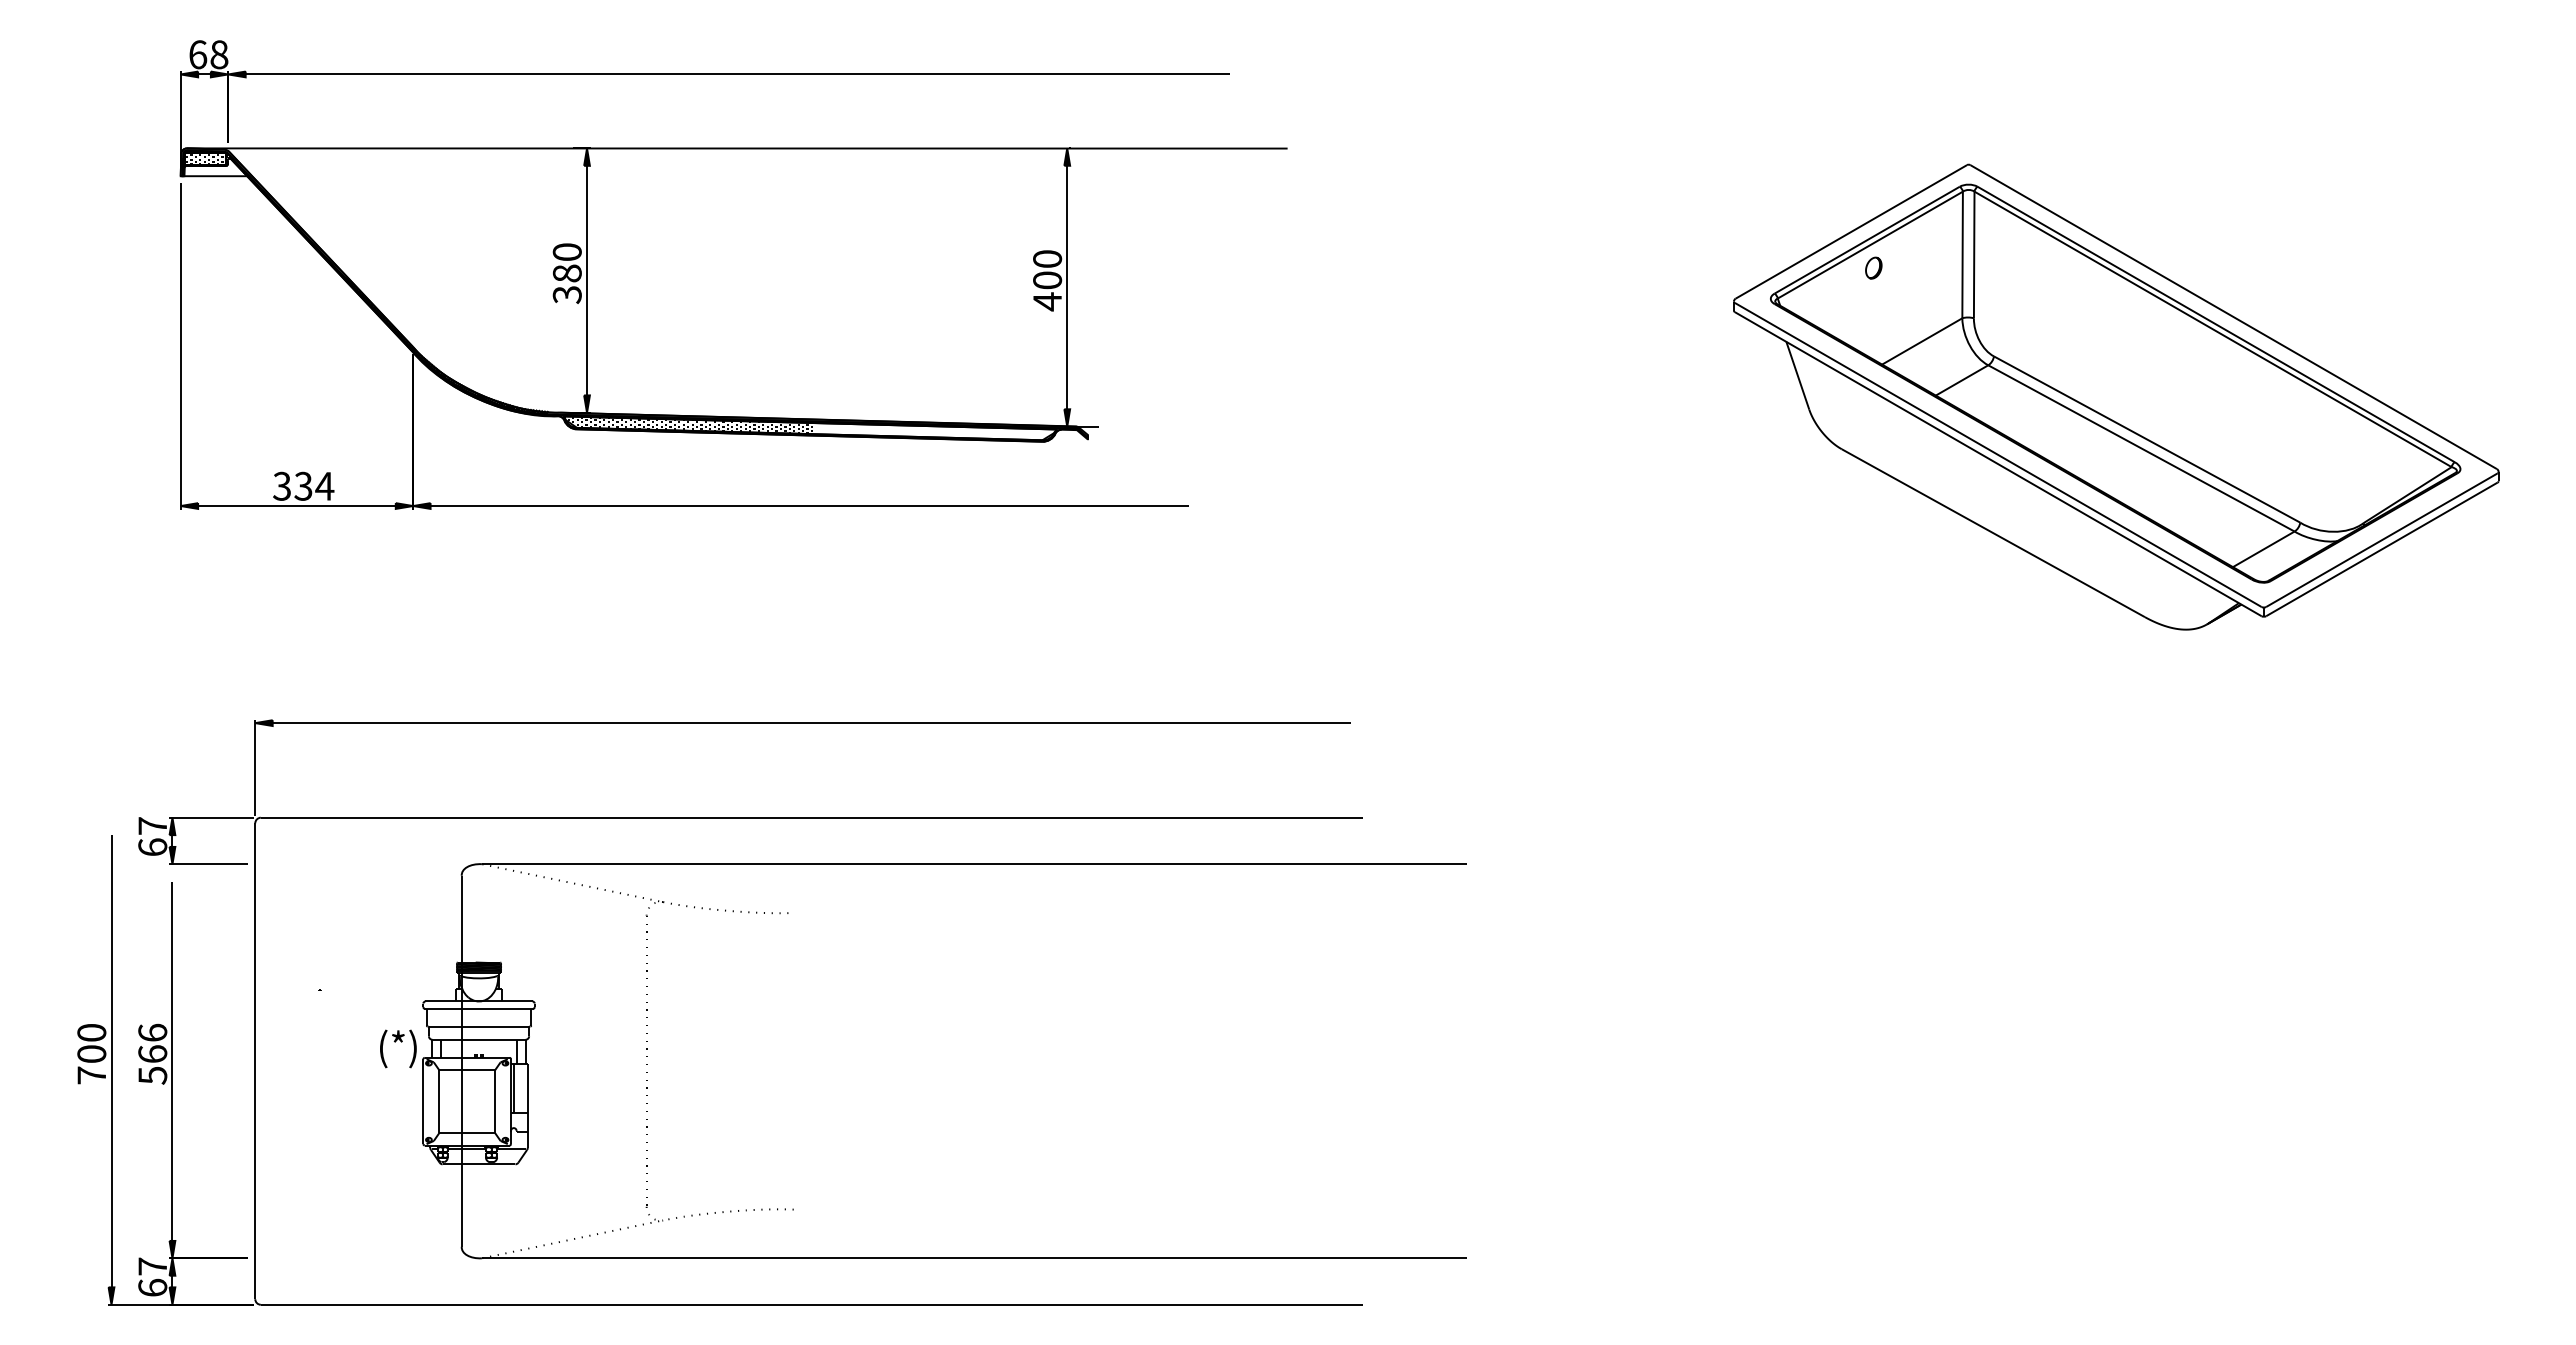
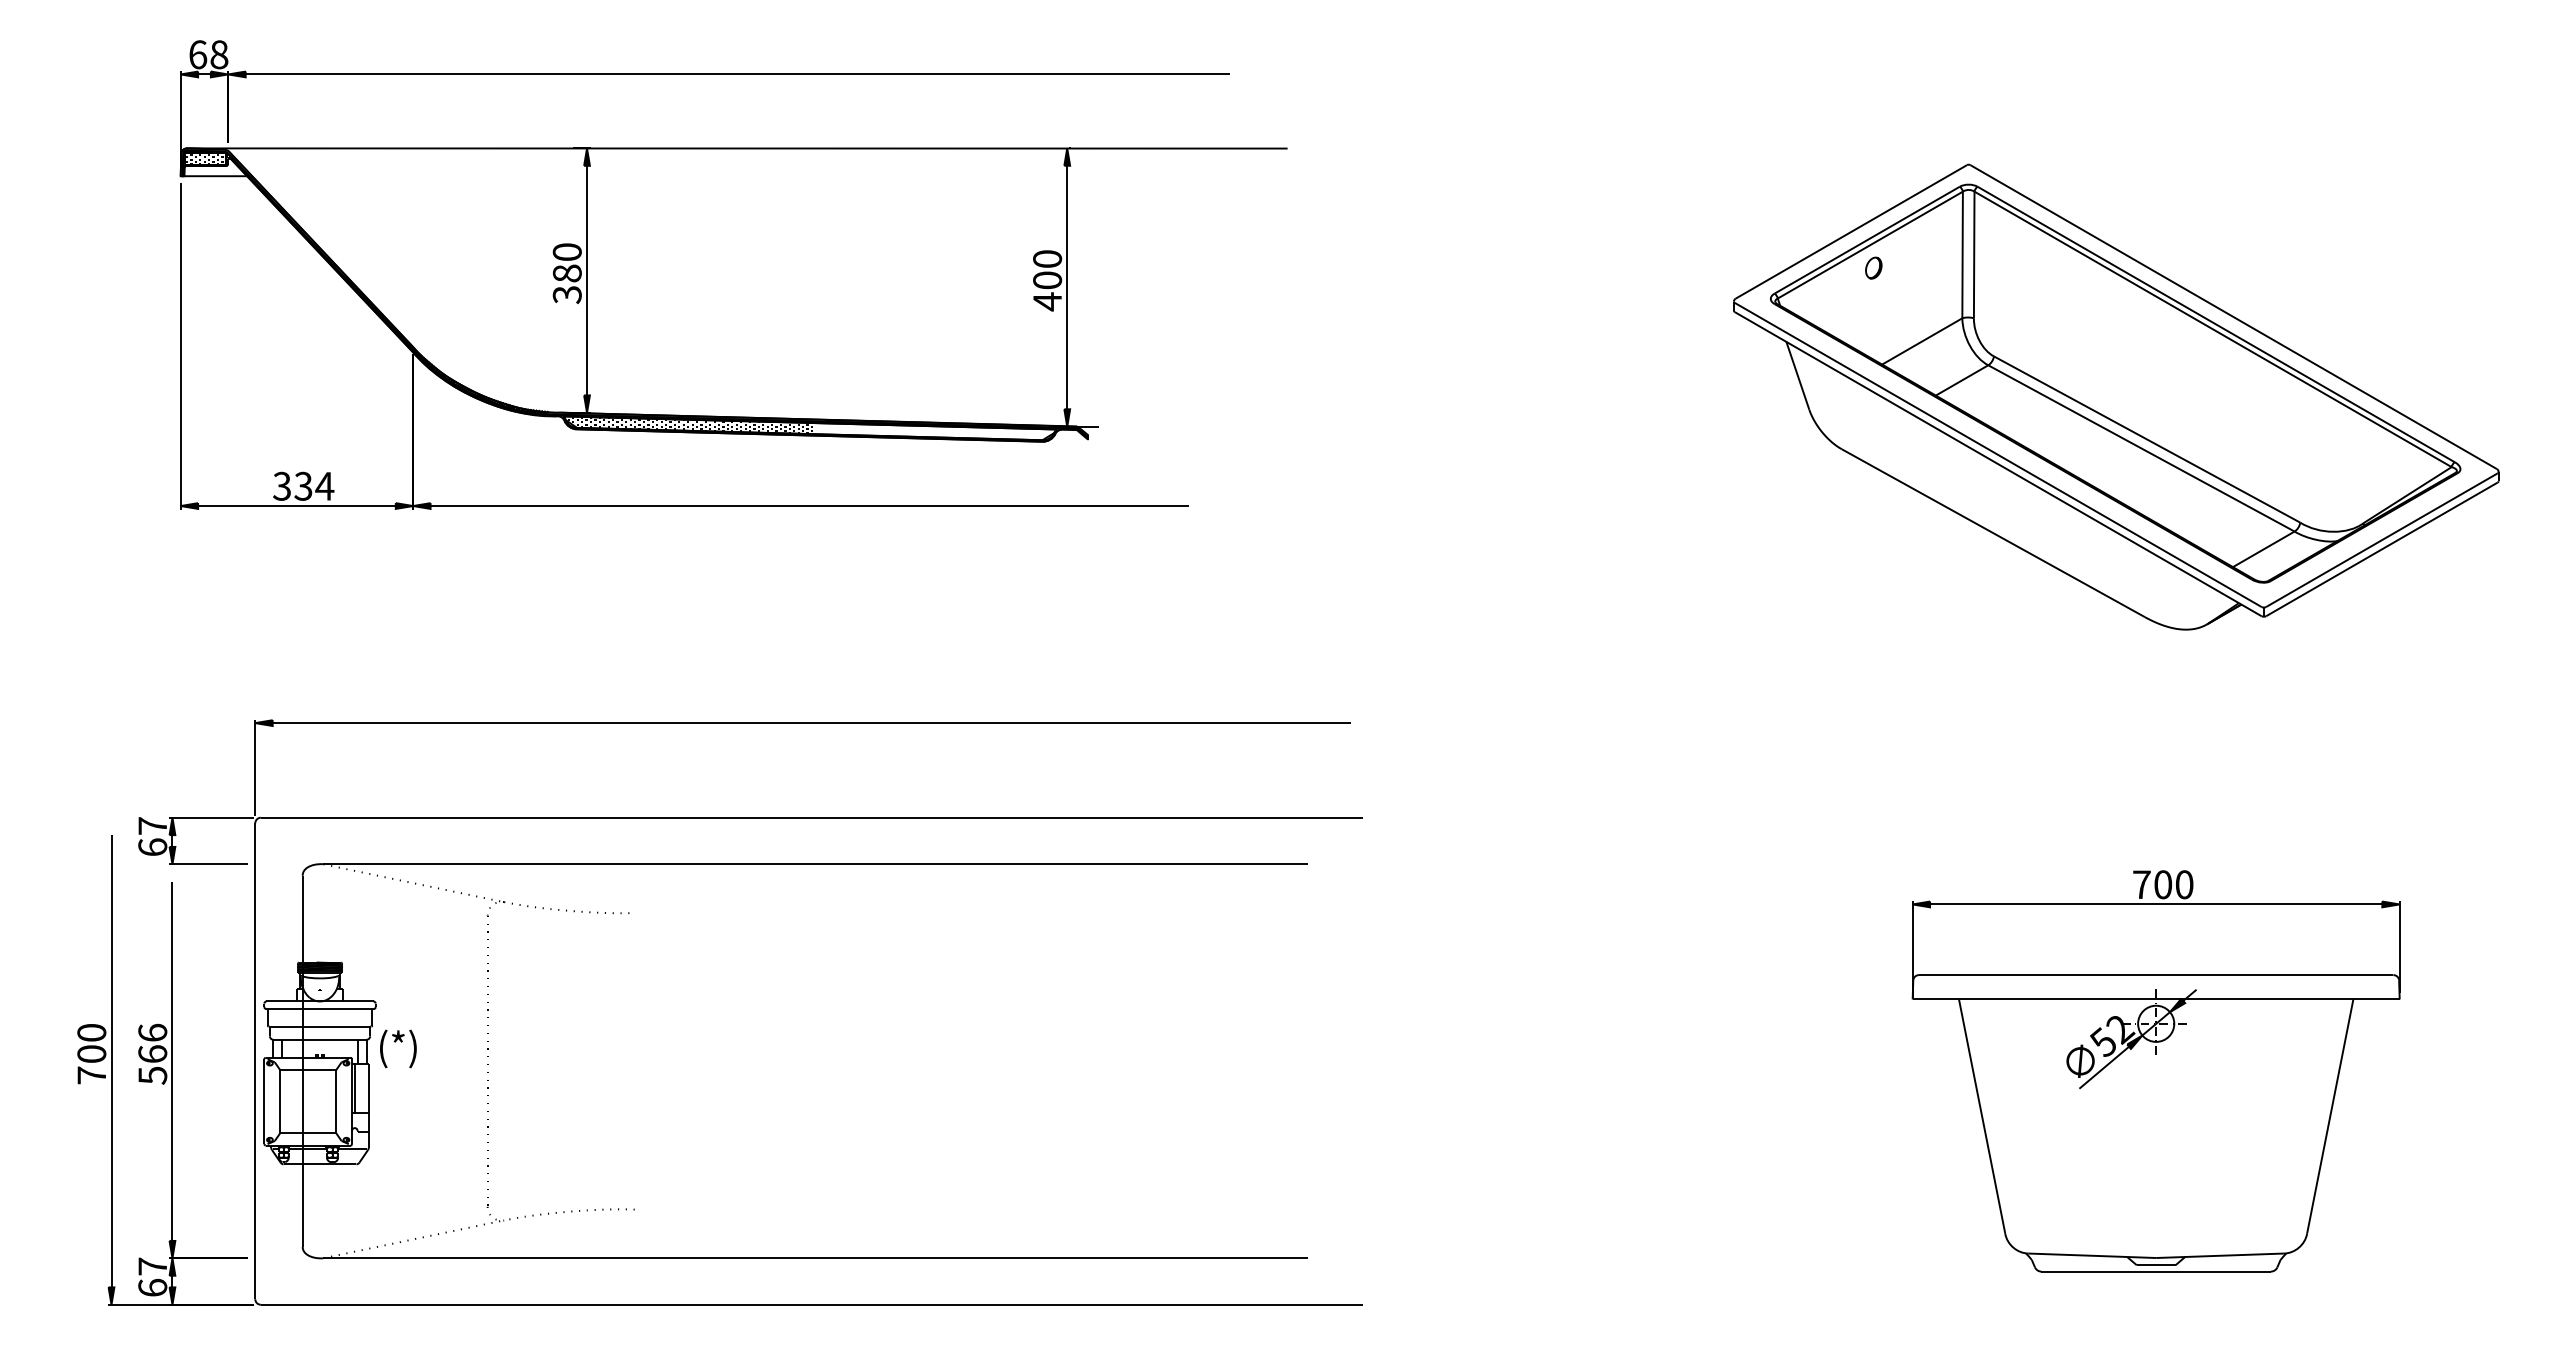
part at (2155, 1071): none -> present
part at (944, 1257) position: (944, 1257) -> (785, 1257)
